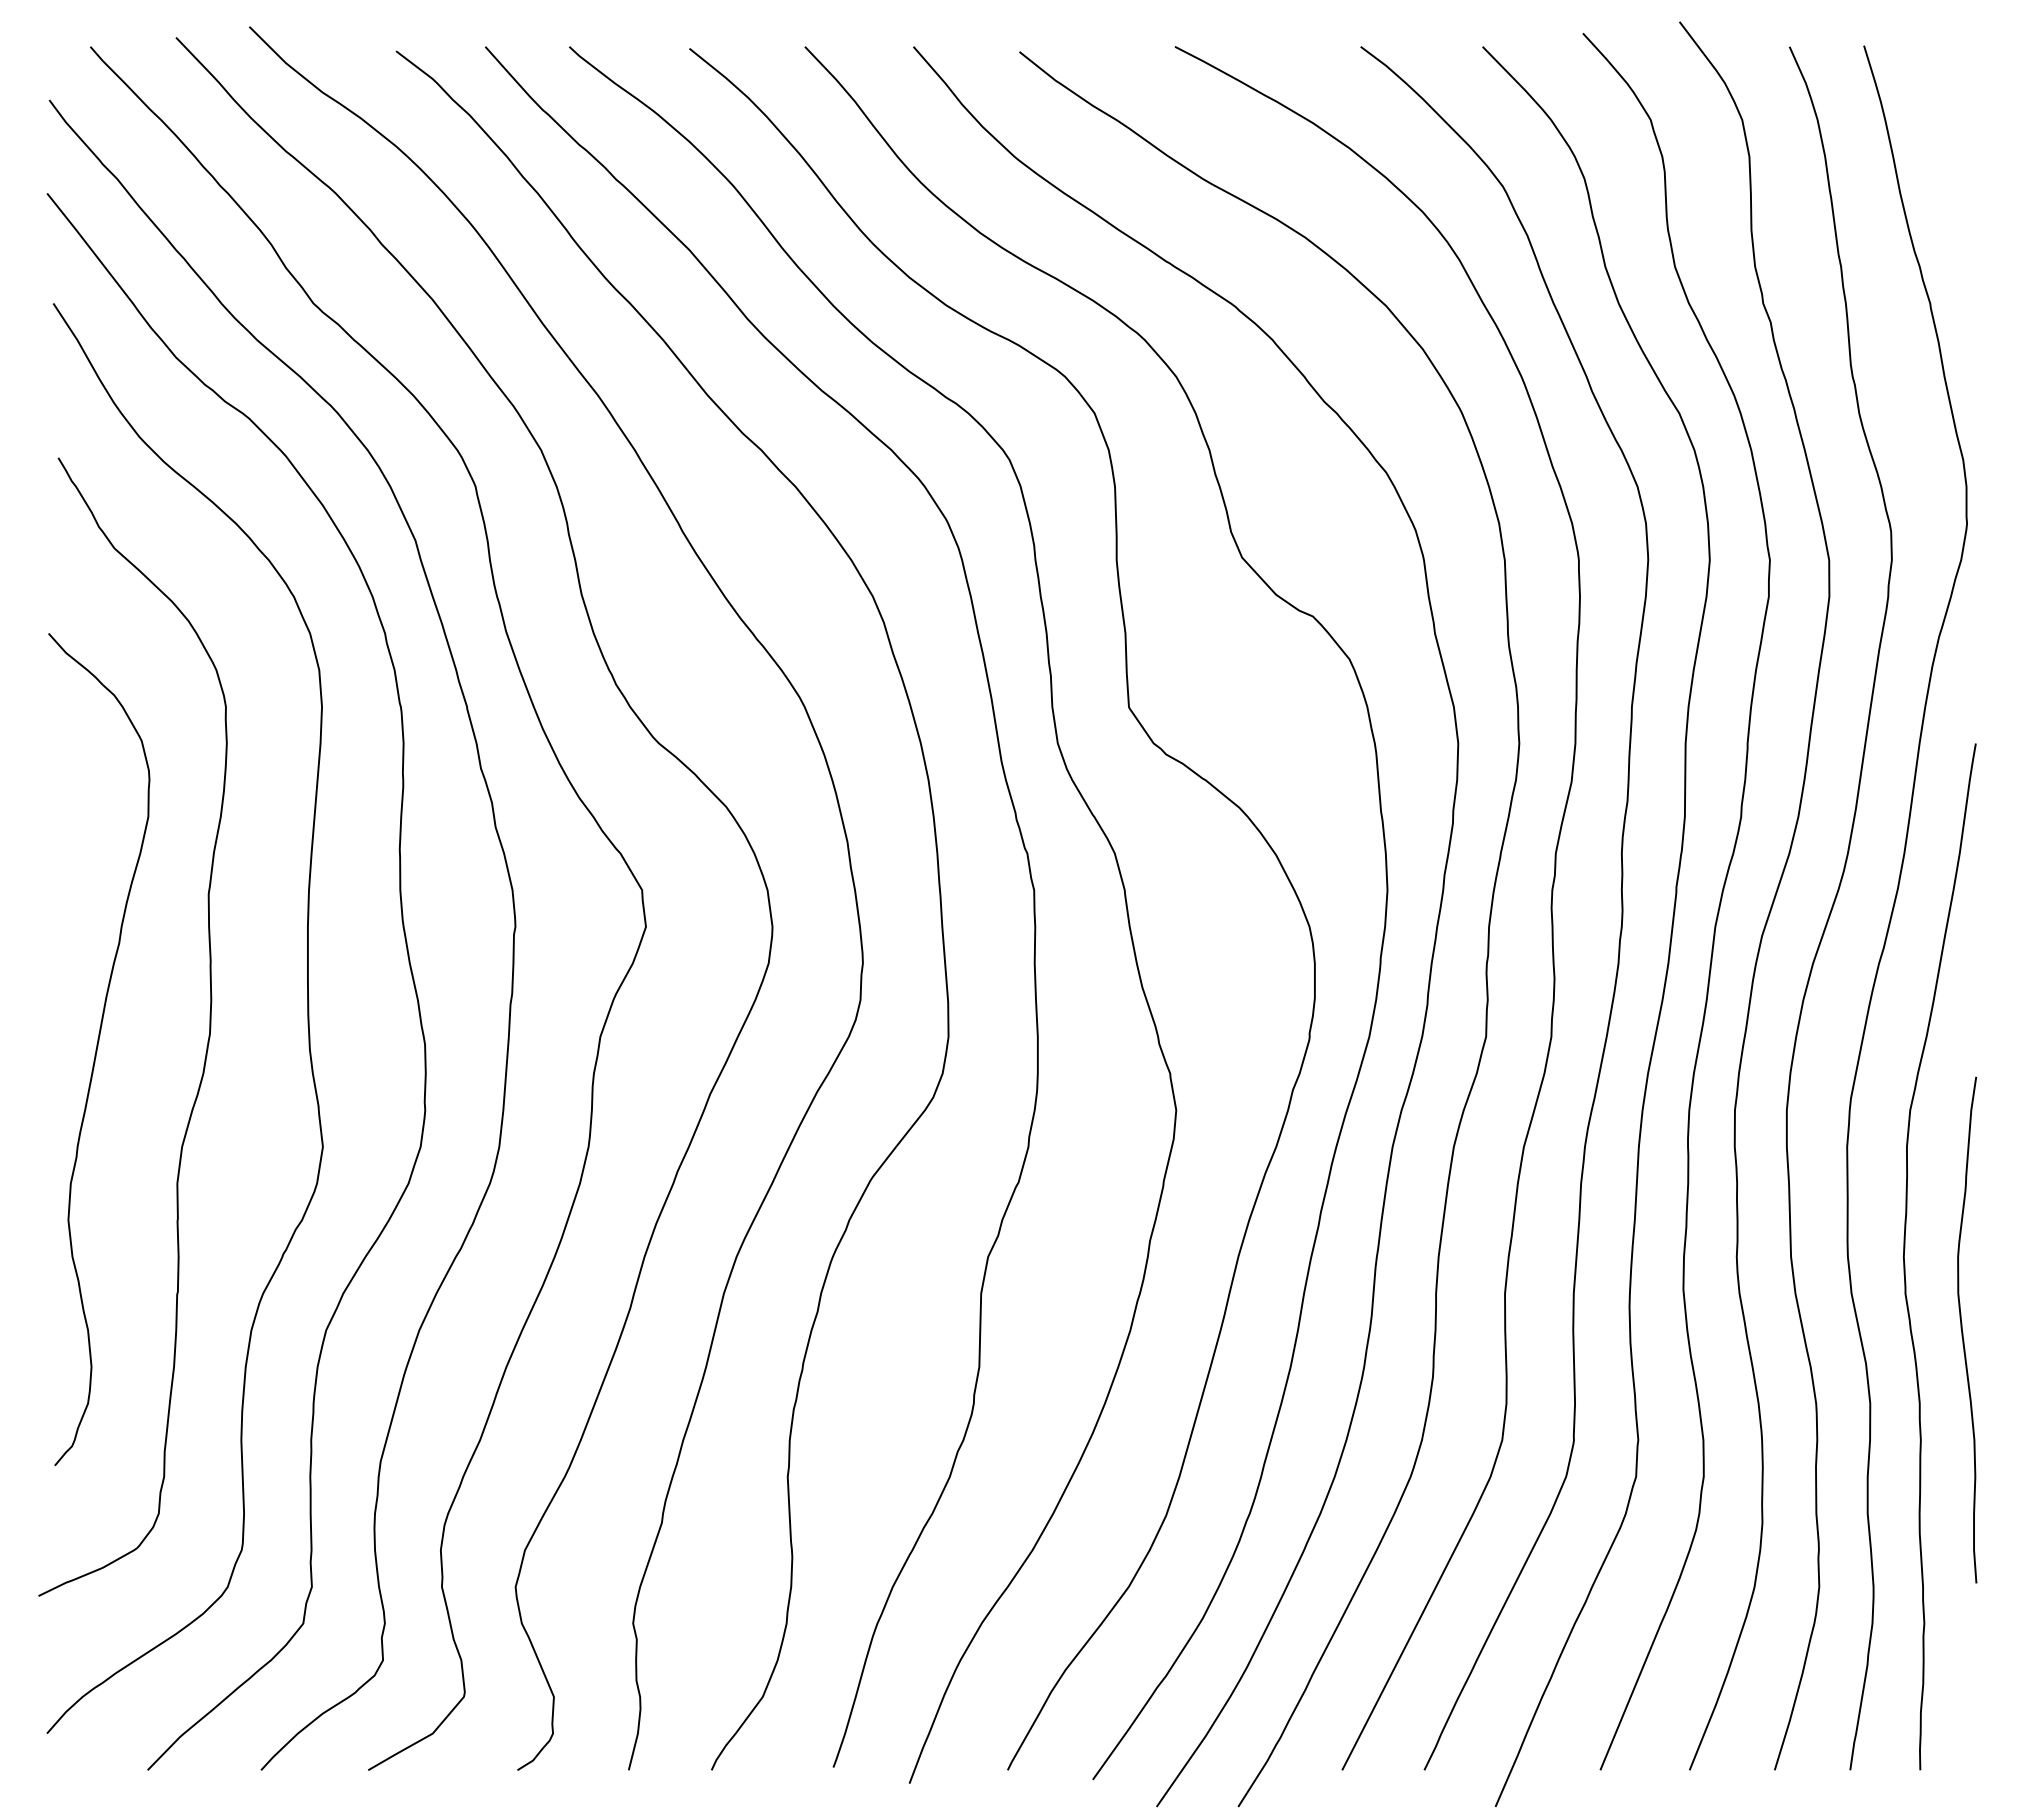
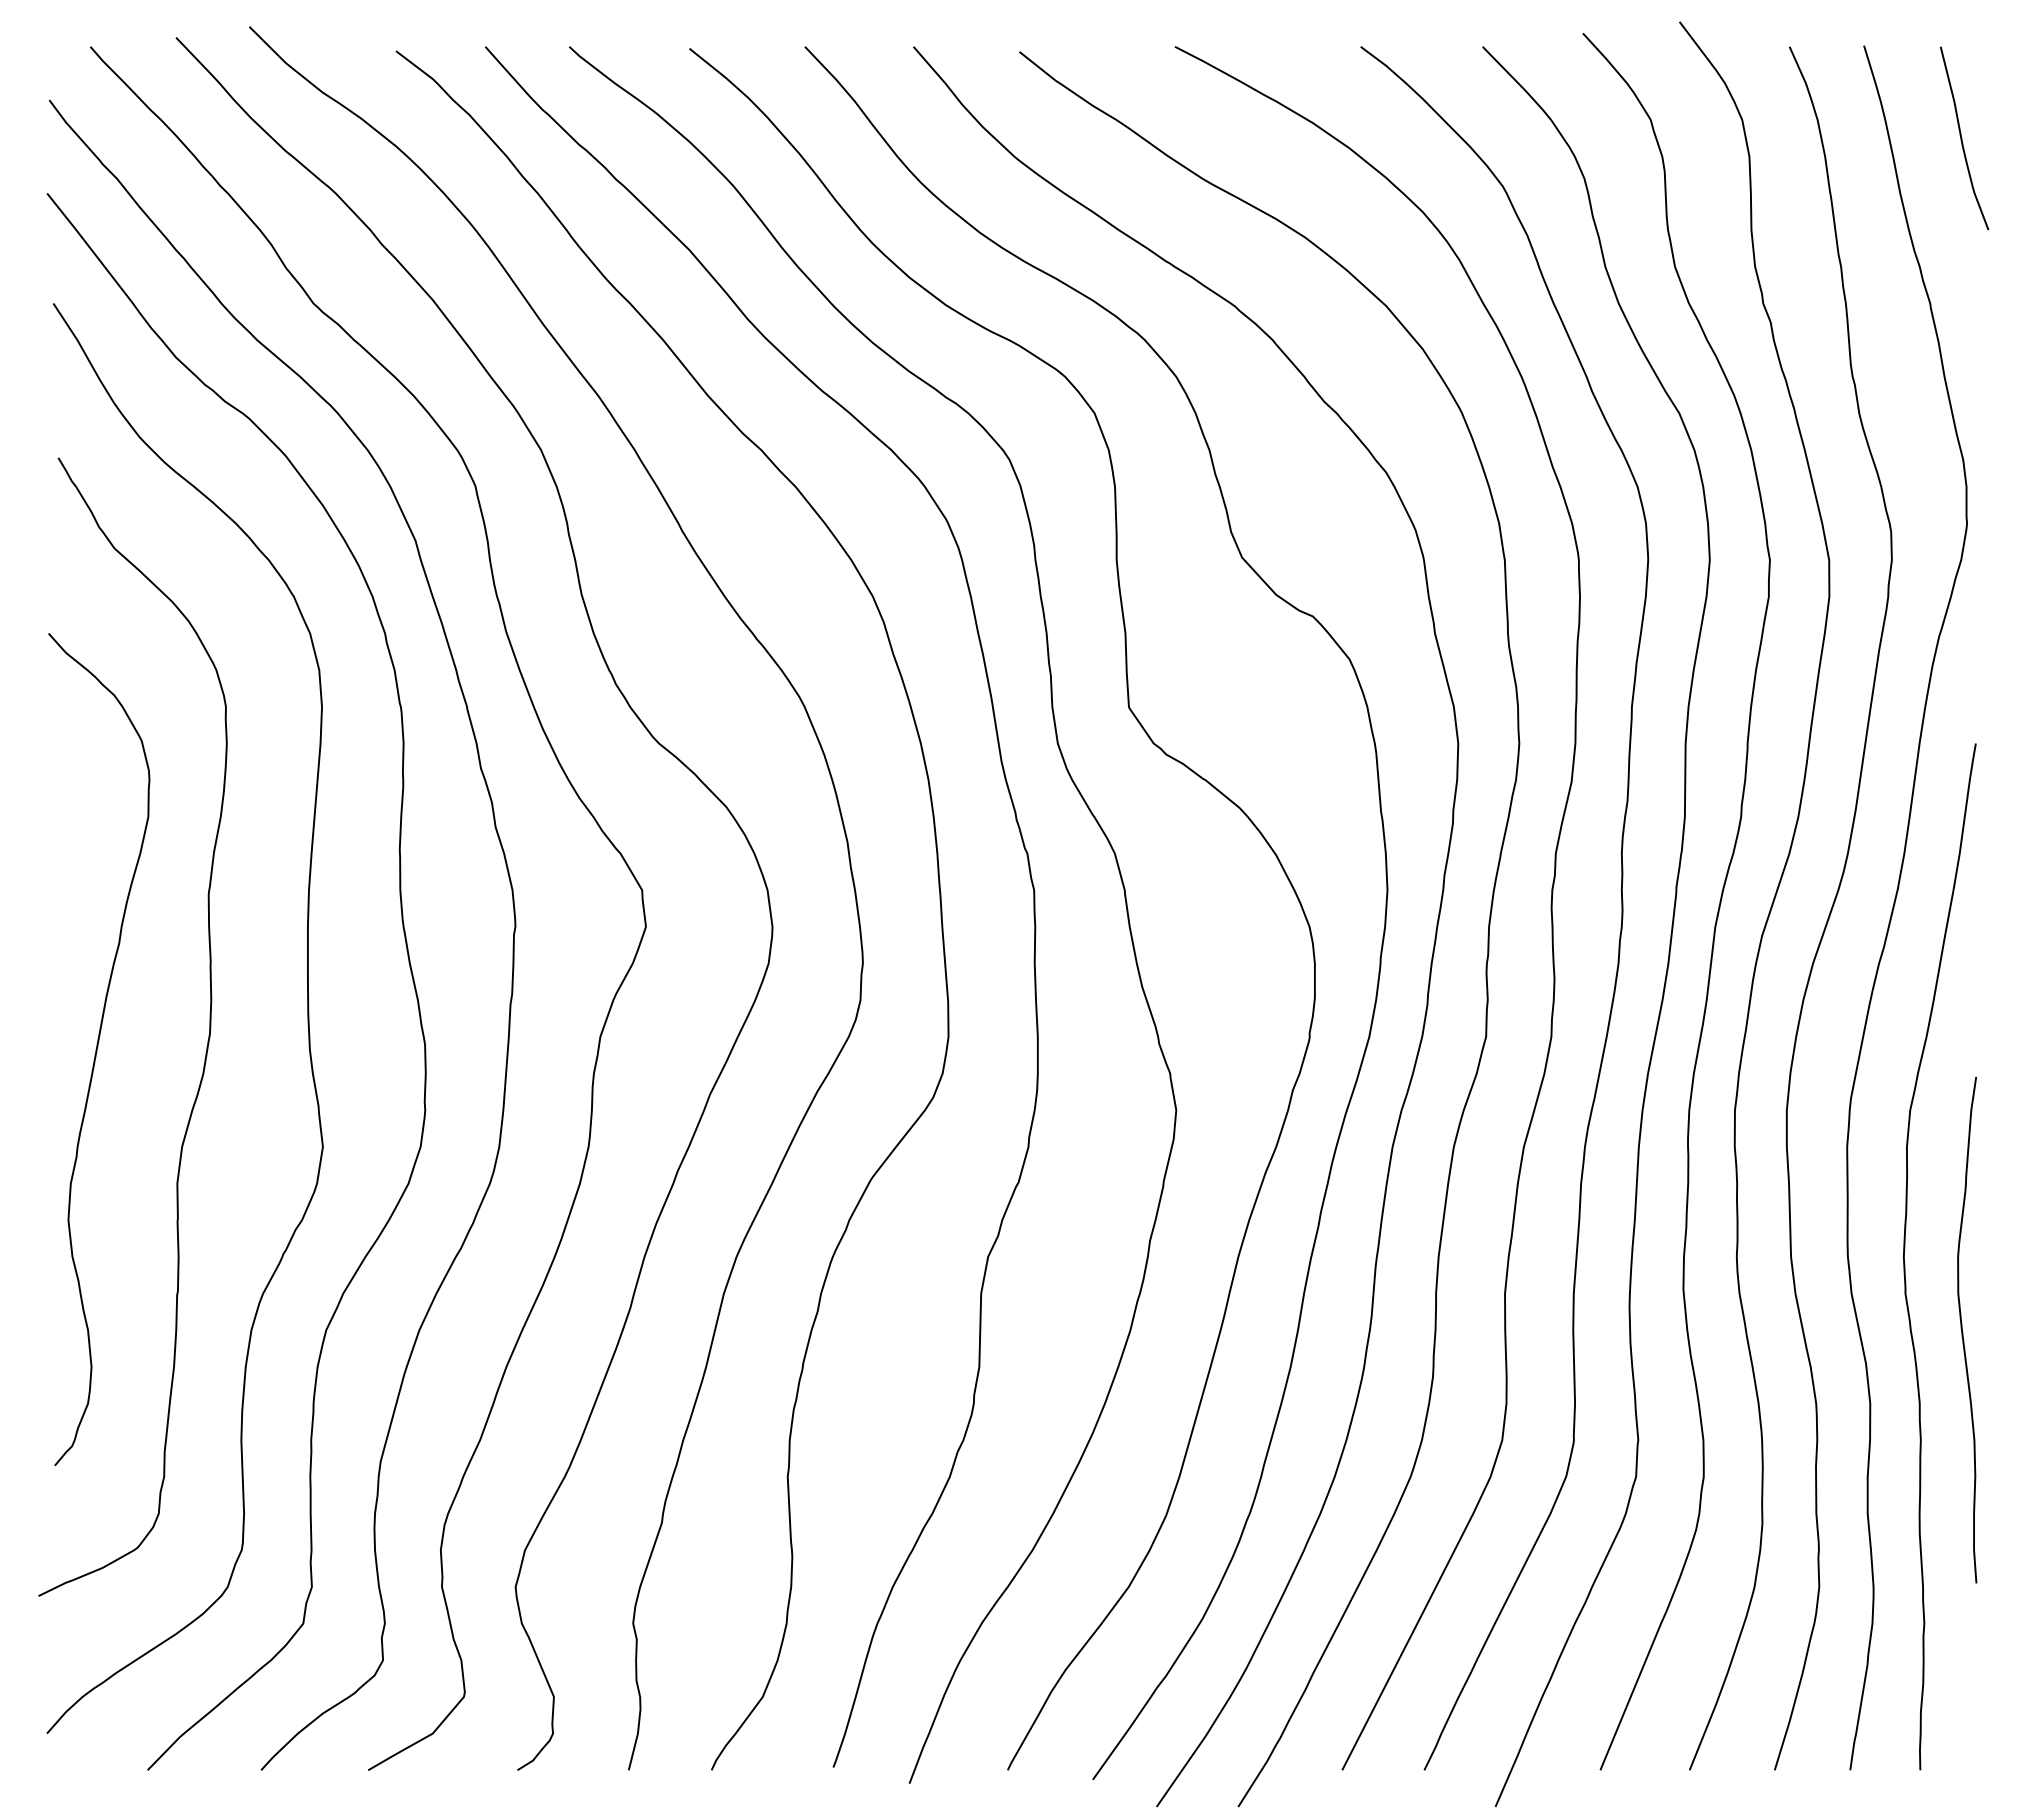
curve at (1962, 138): none -> present
